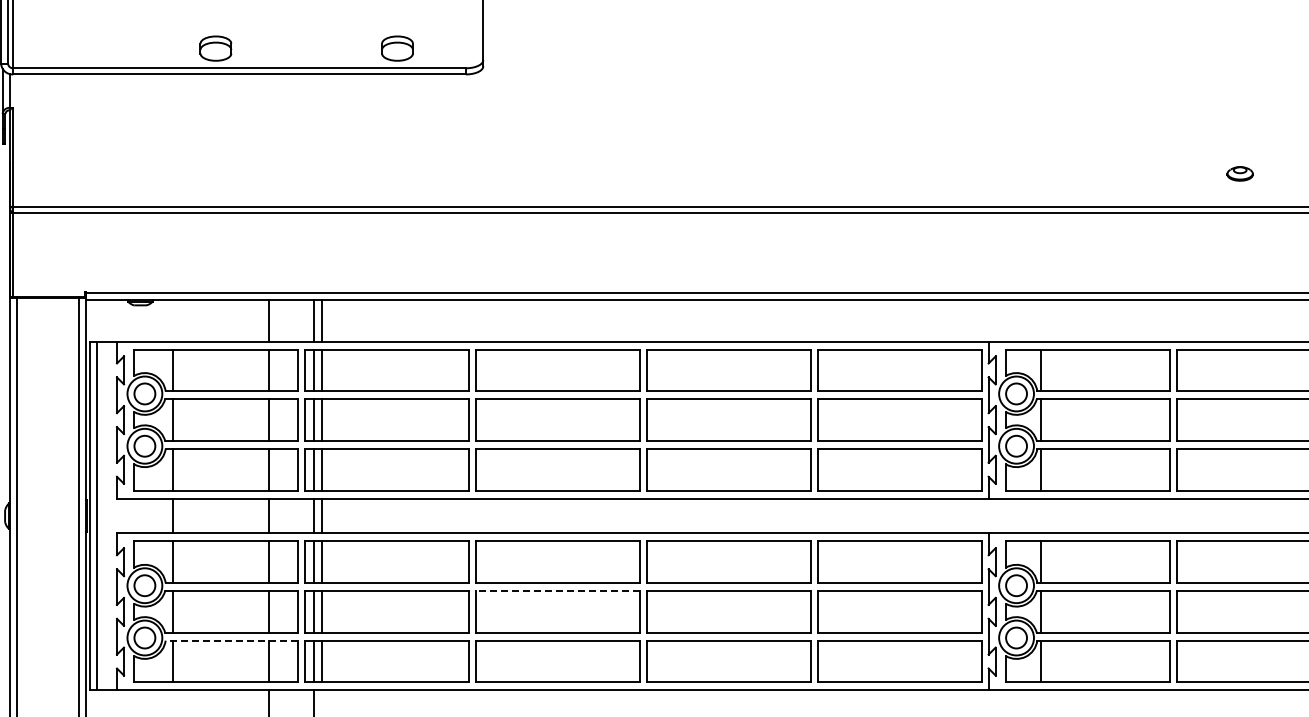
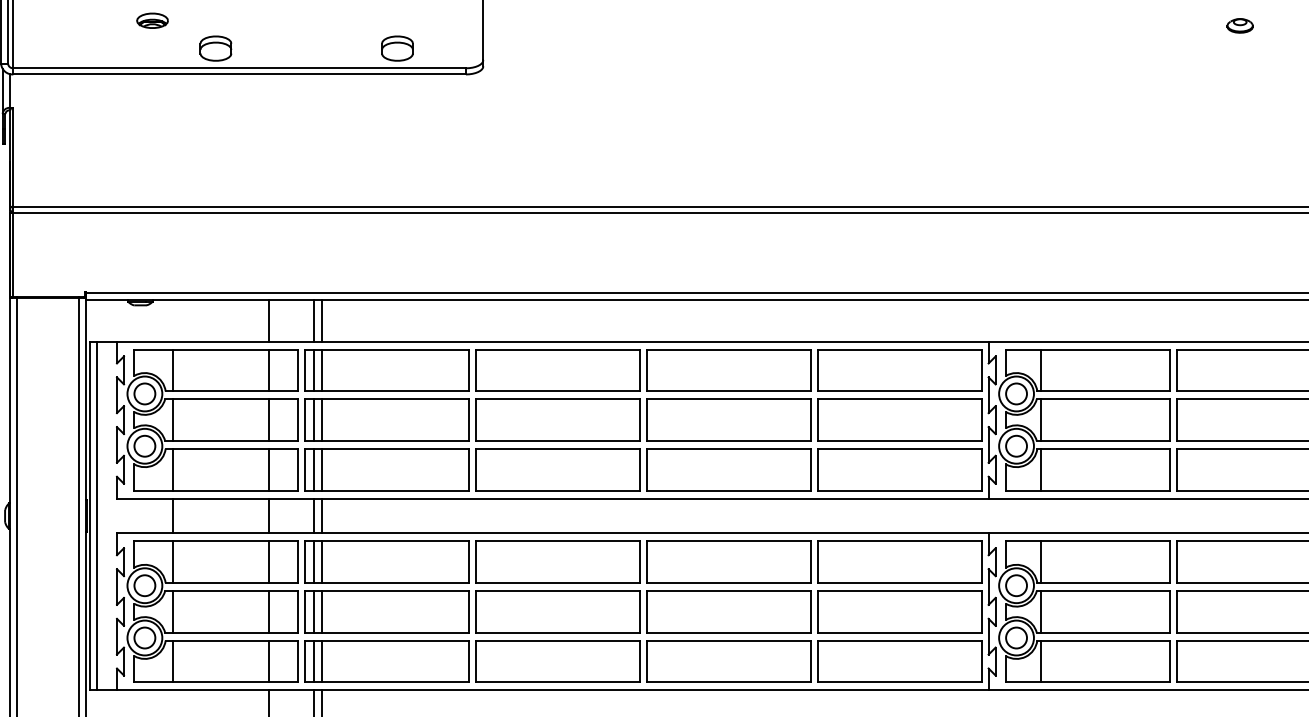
part at (152, 20): none -> present
part at (1239, 173) position: (1239, 173) -> (1239, 25)
line at (558, 590): dashed -> solid
line at (231, 640): dashed -> solid
line at (321, 701): none -> present
